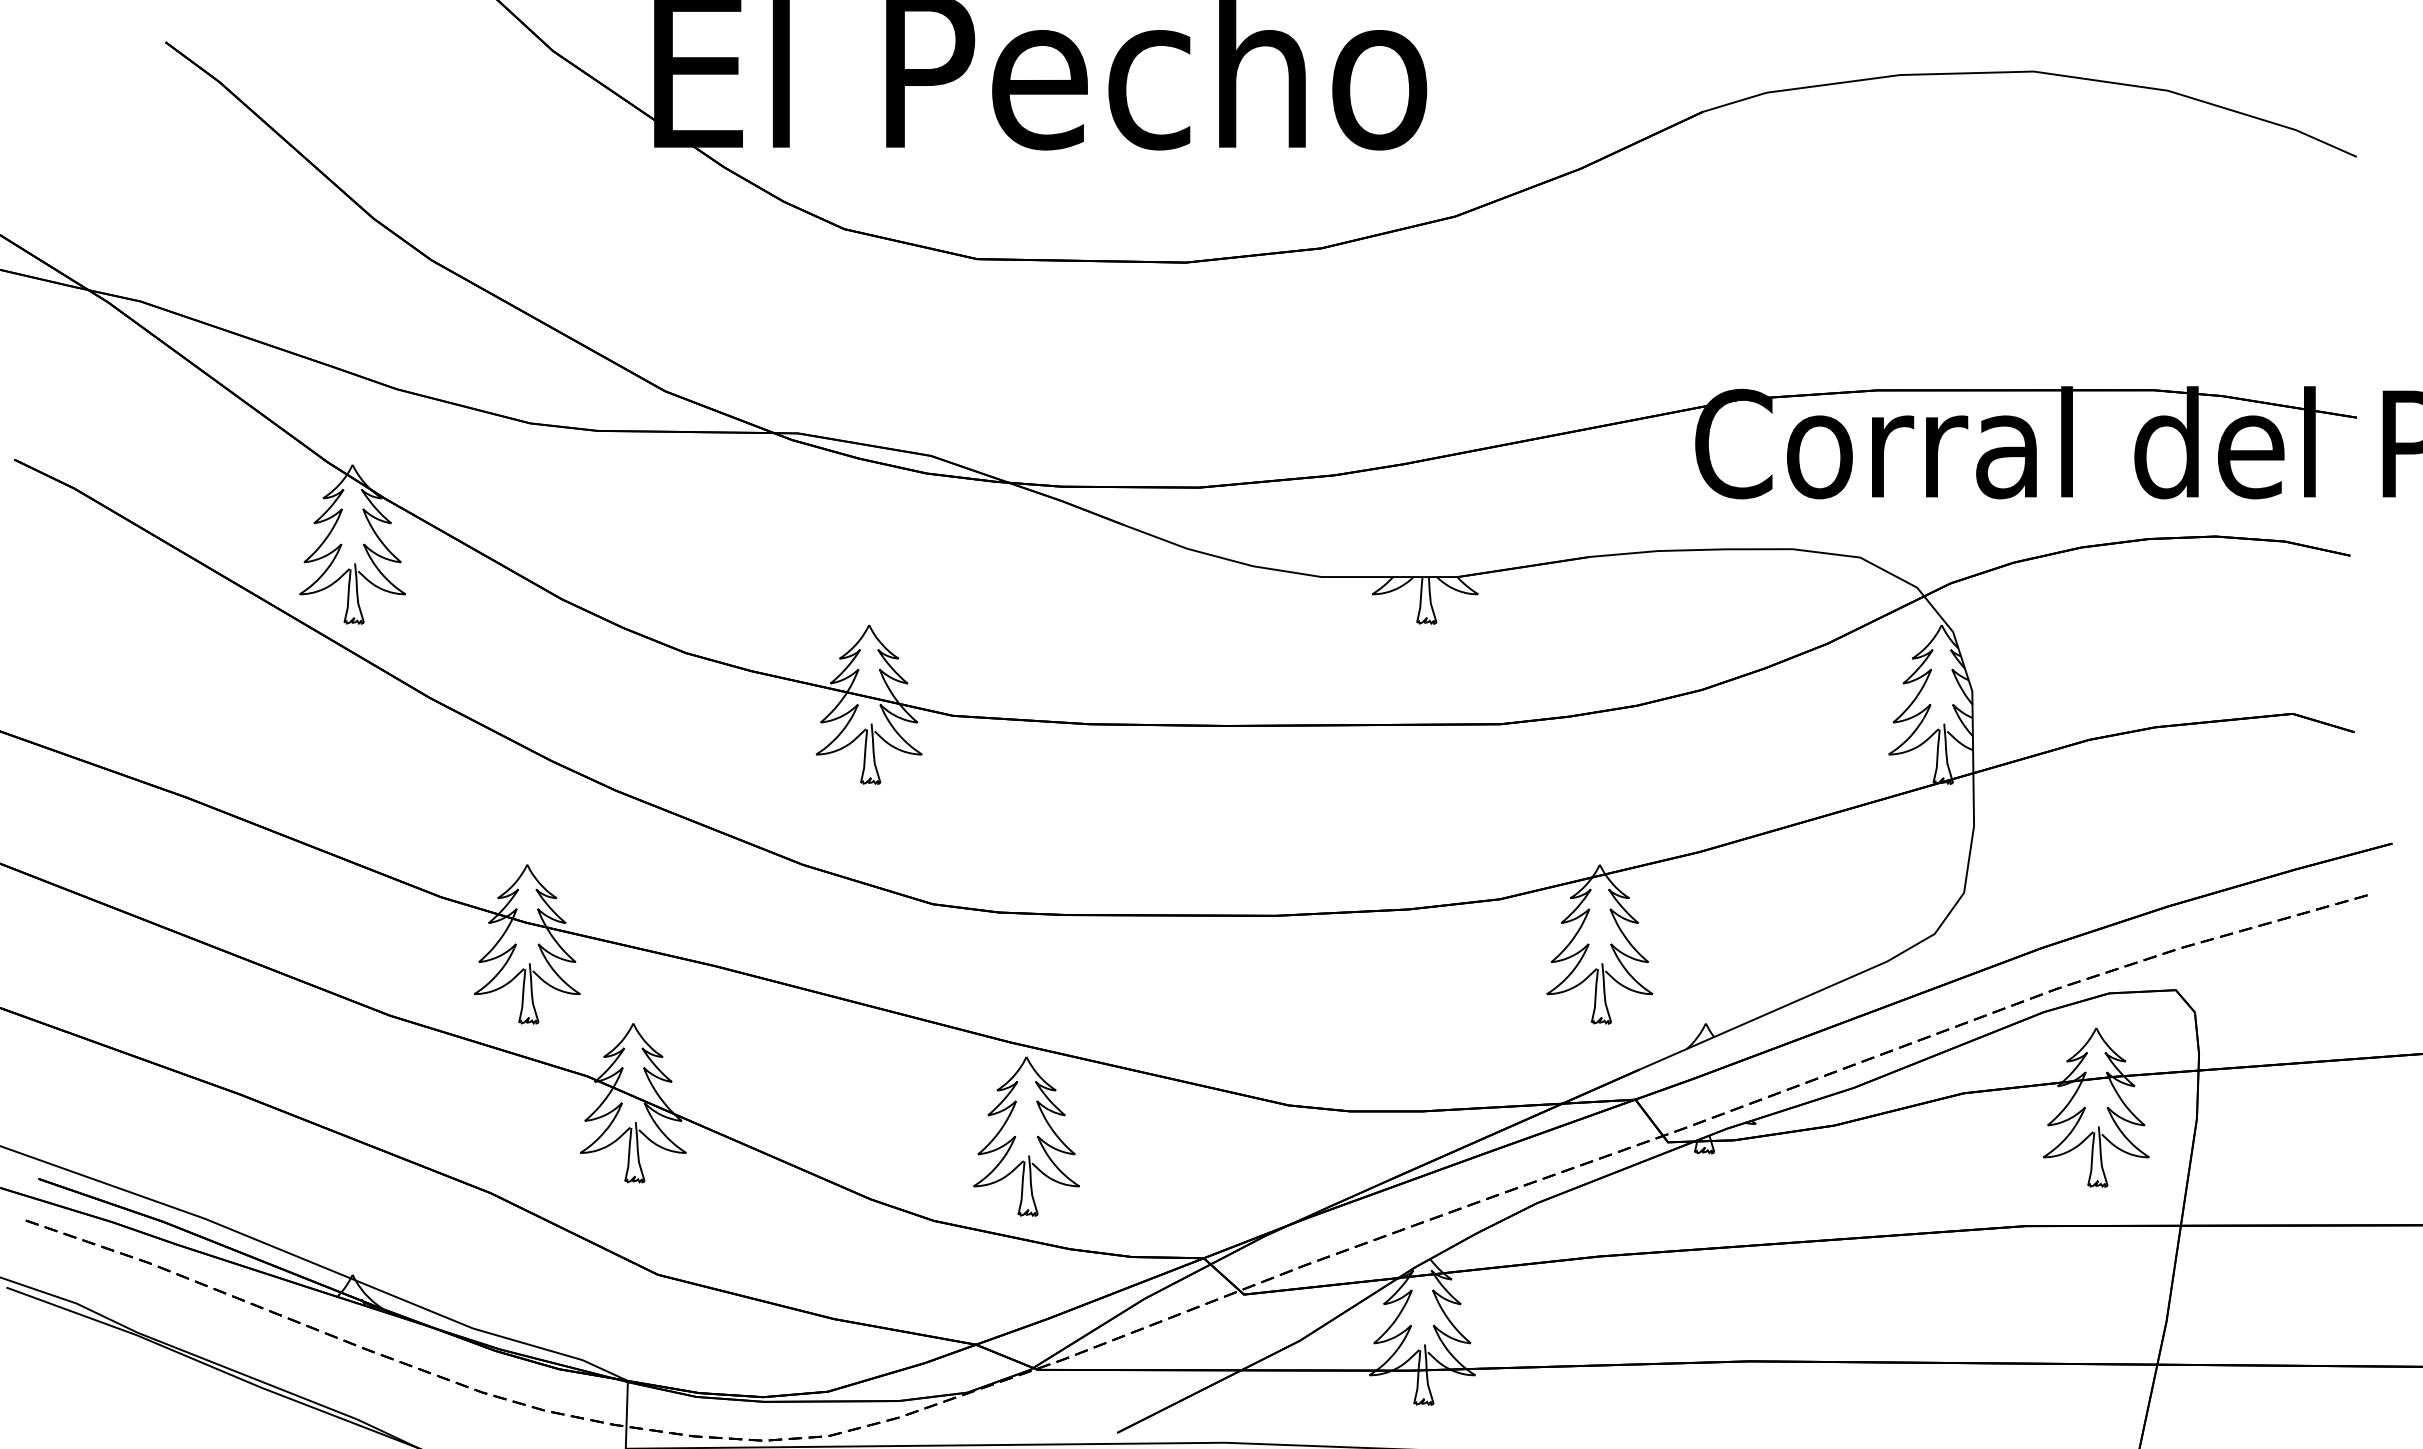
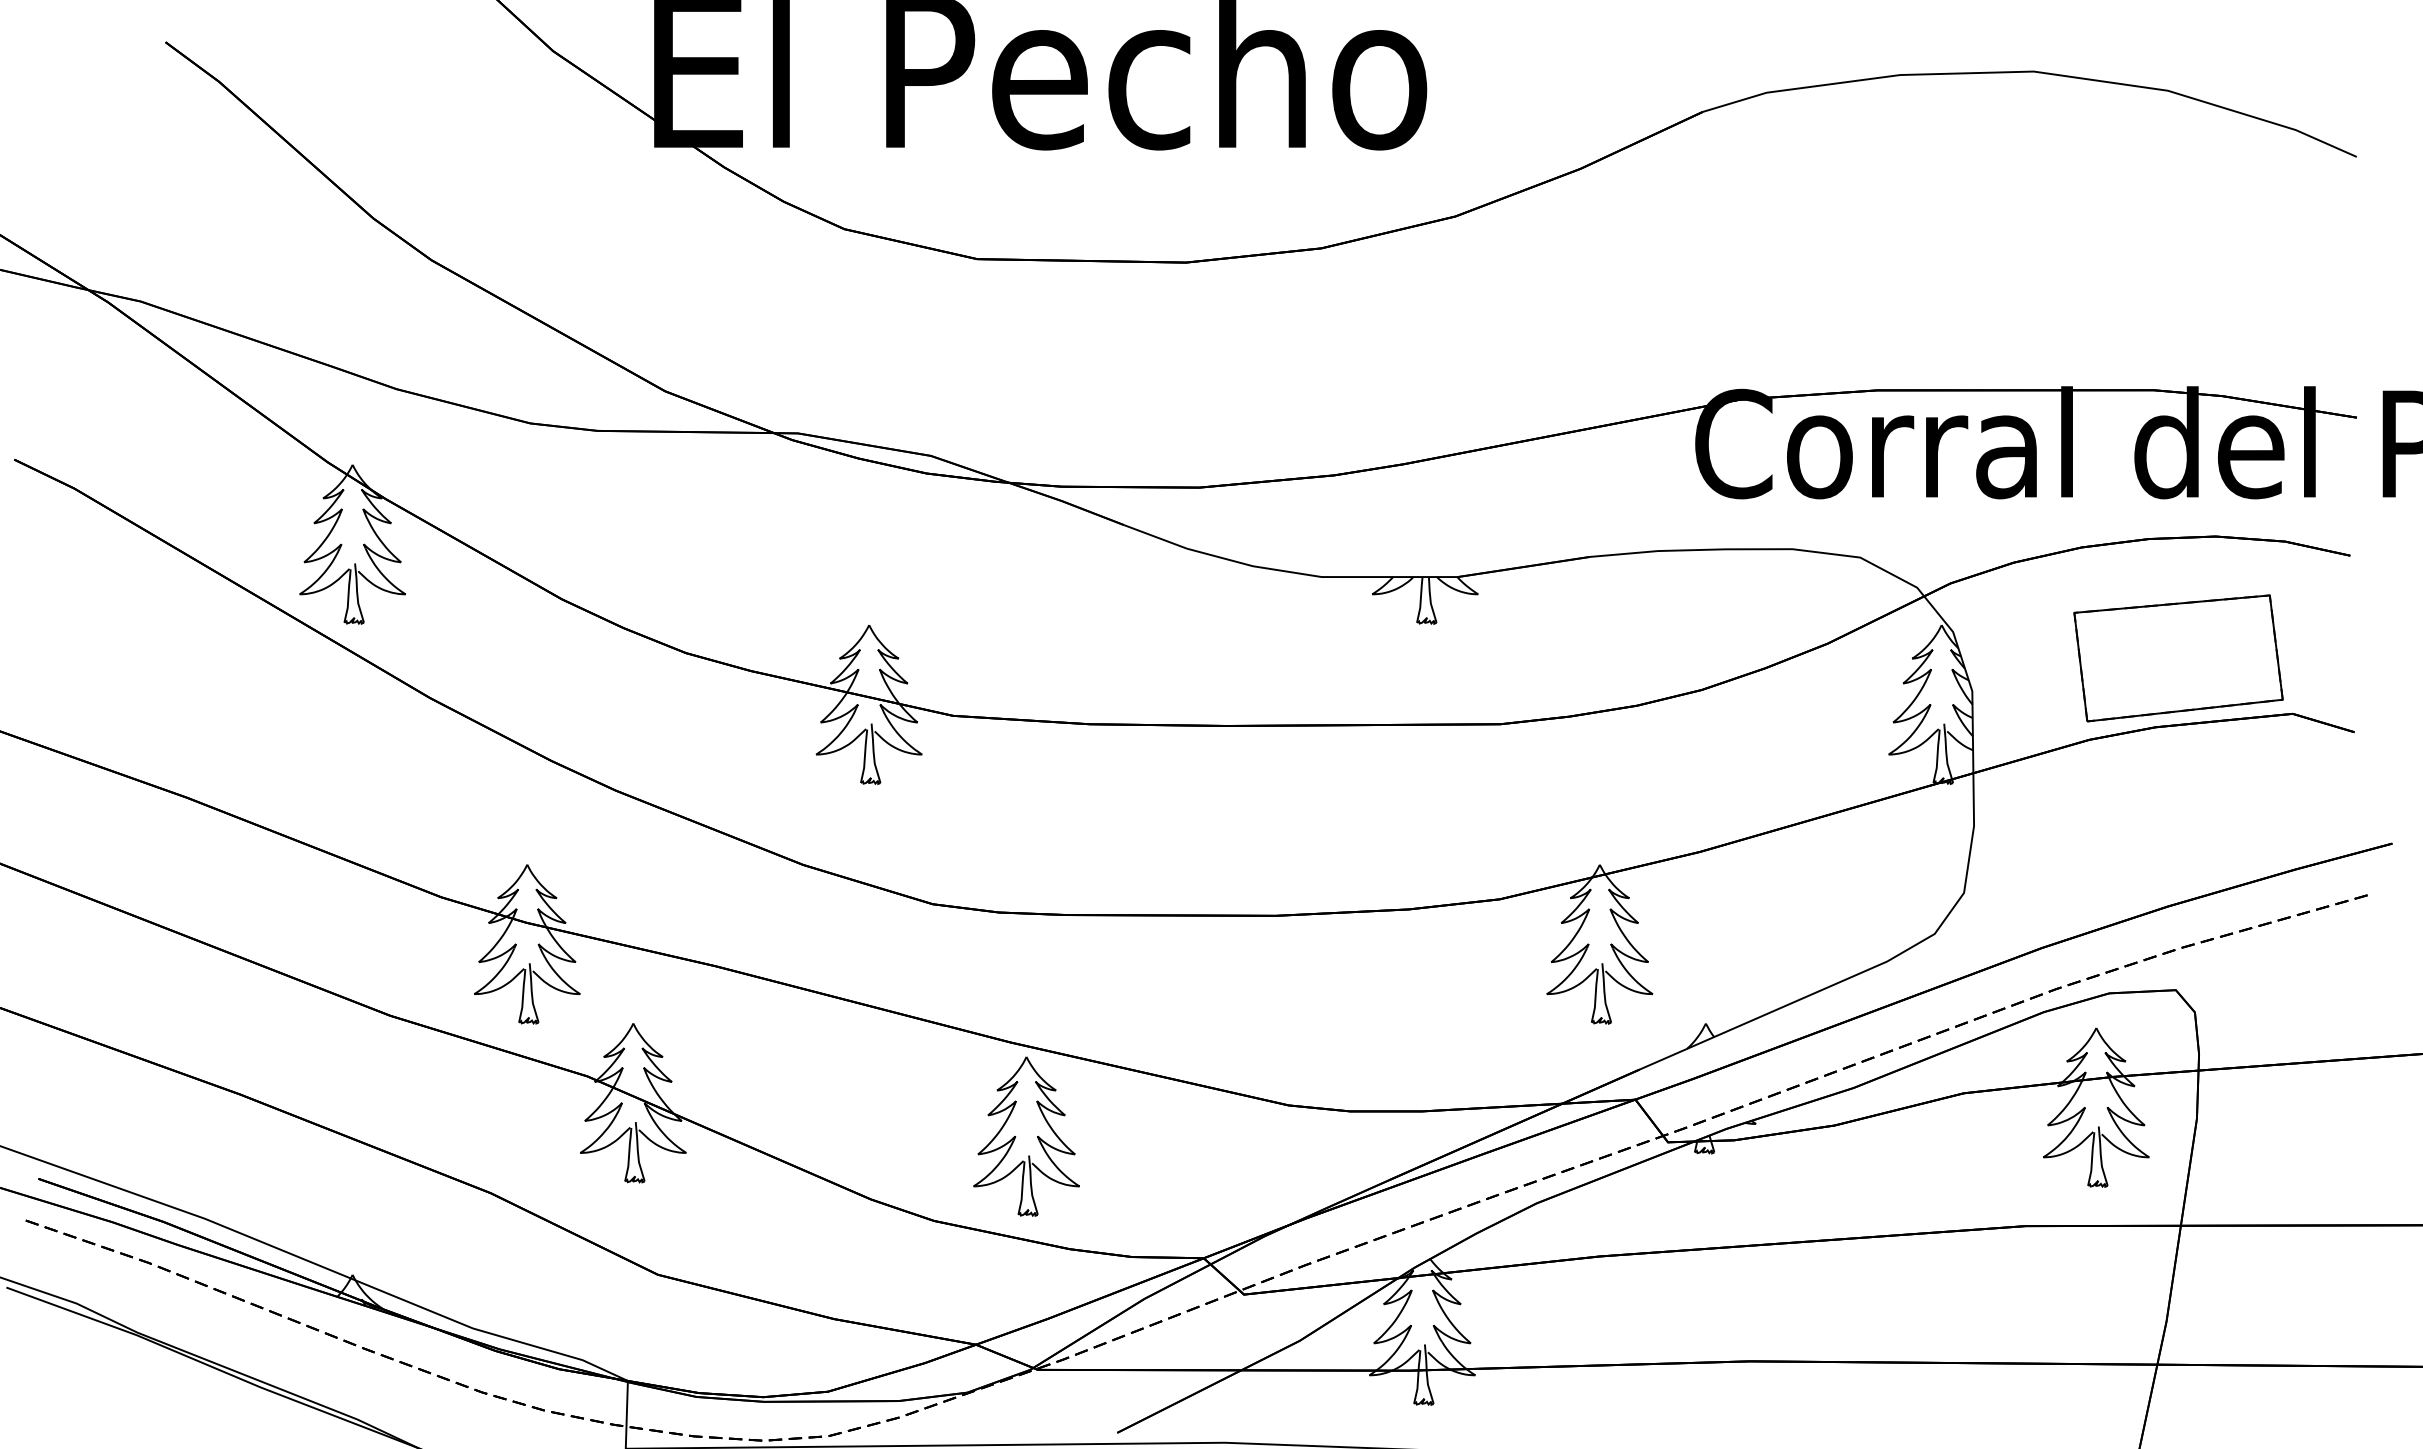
part at (2178, 658): none -> present
